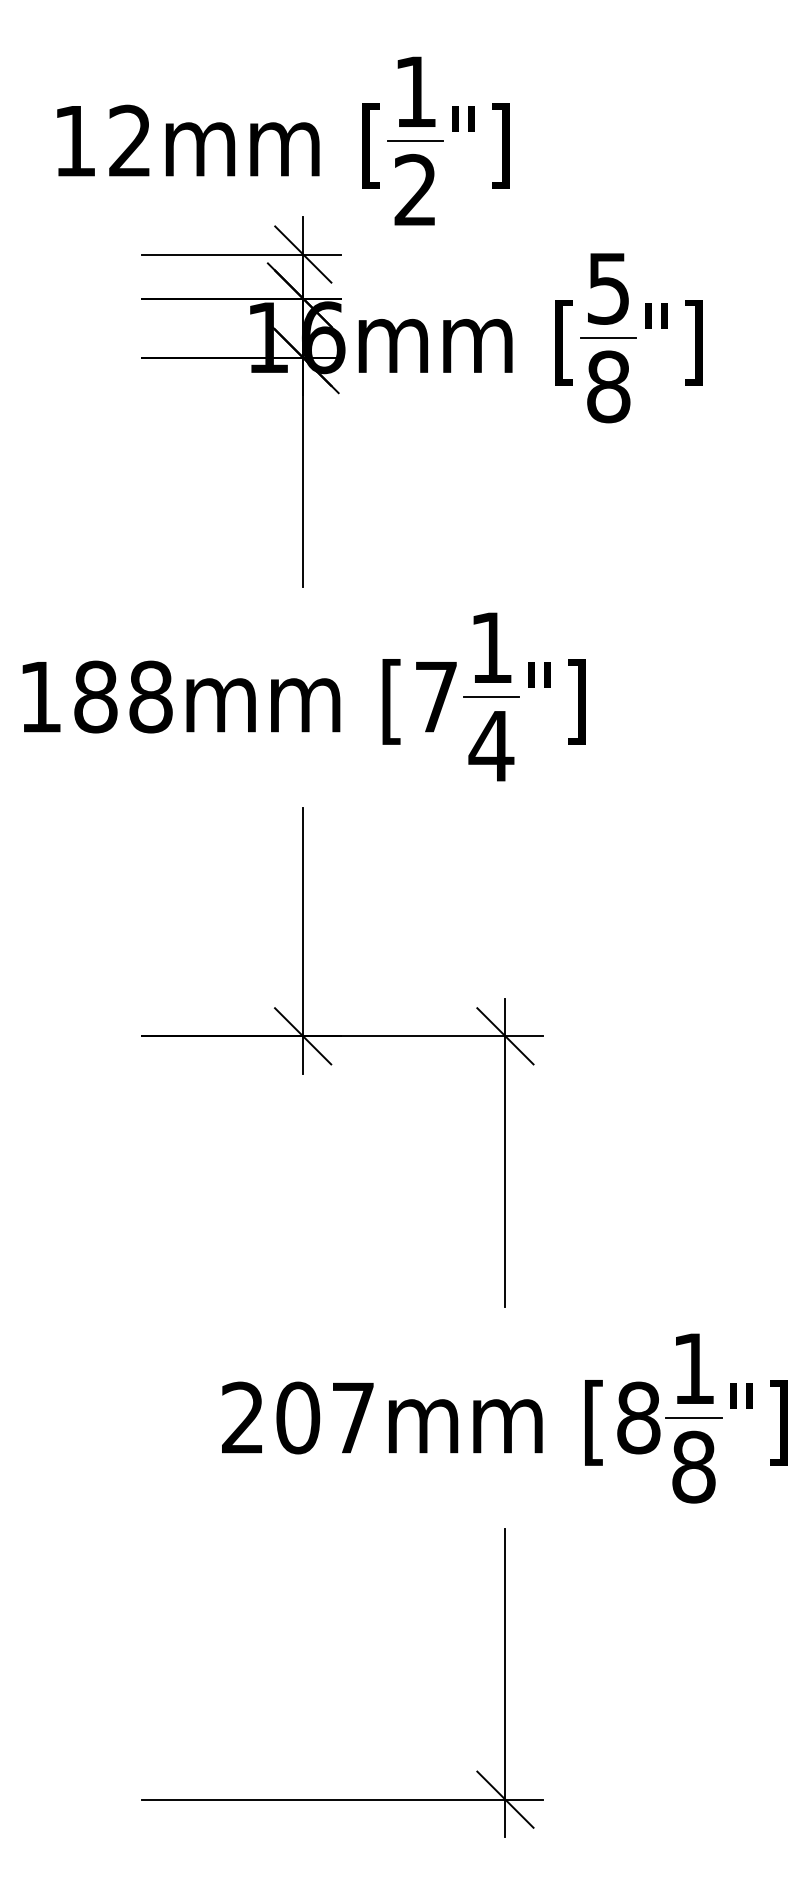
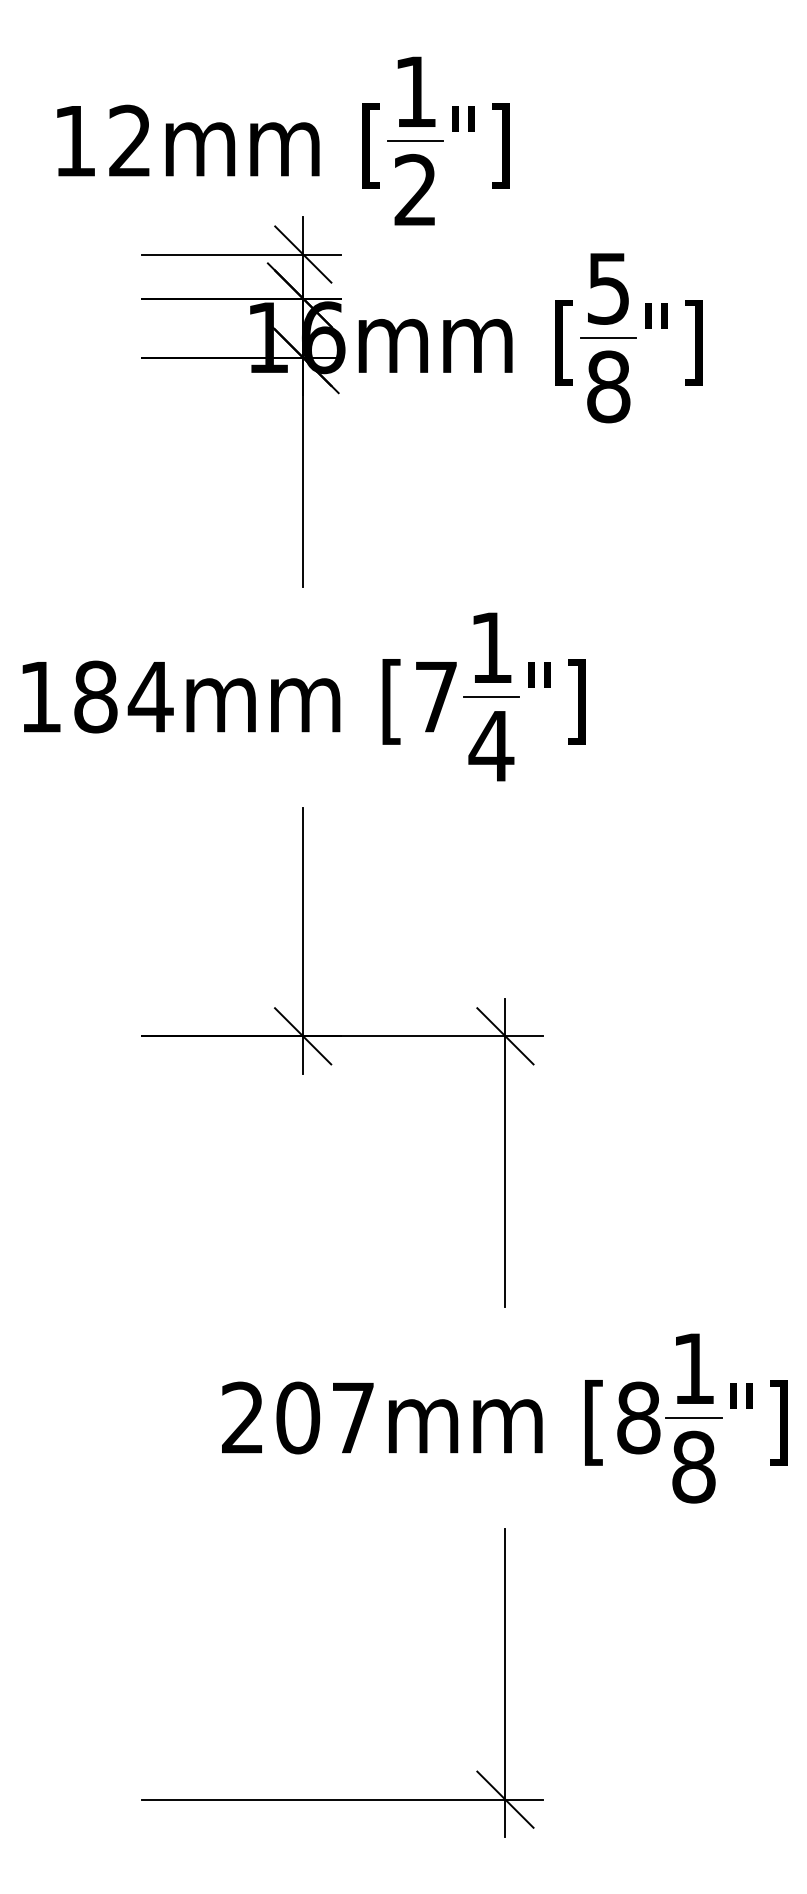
text at (150, 696): 188mm -> 184mm
